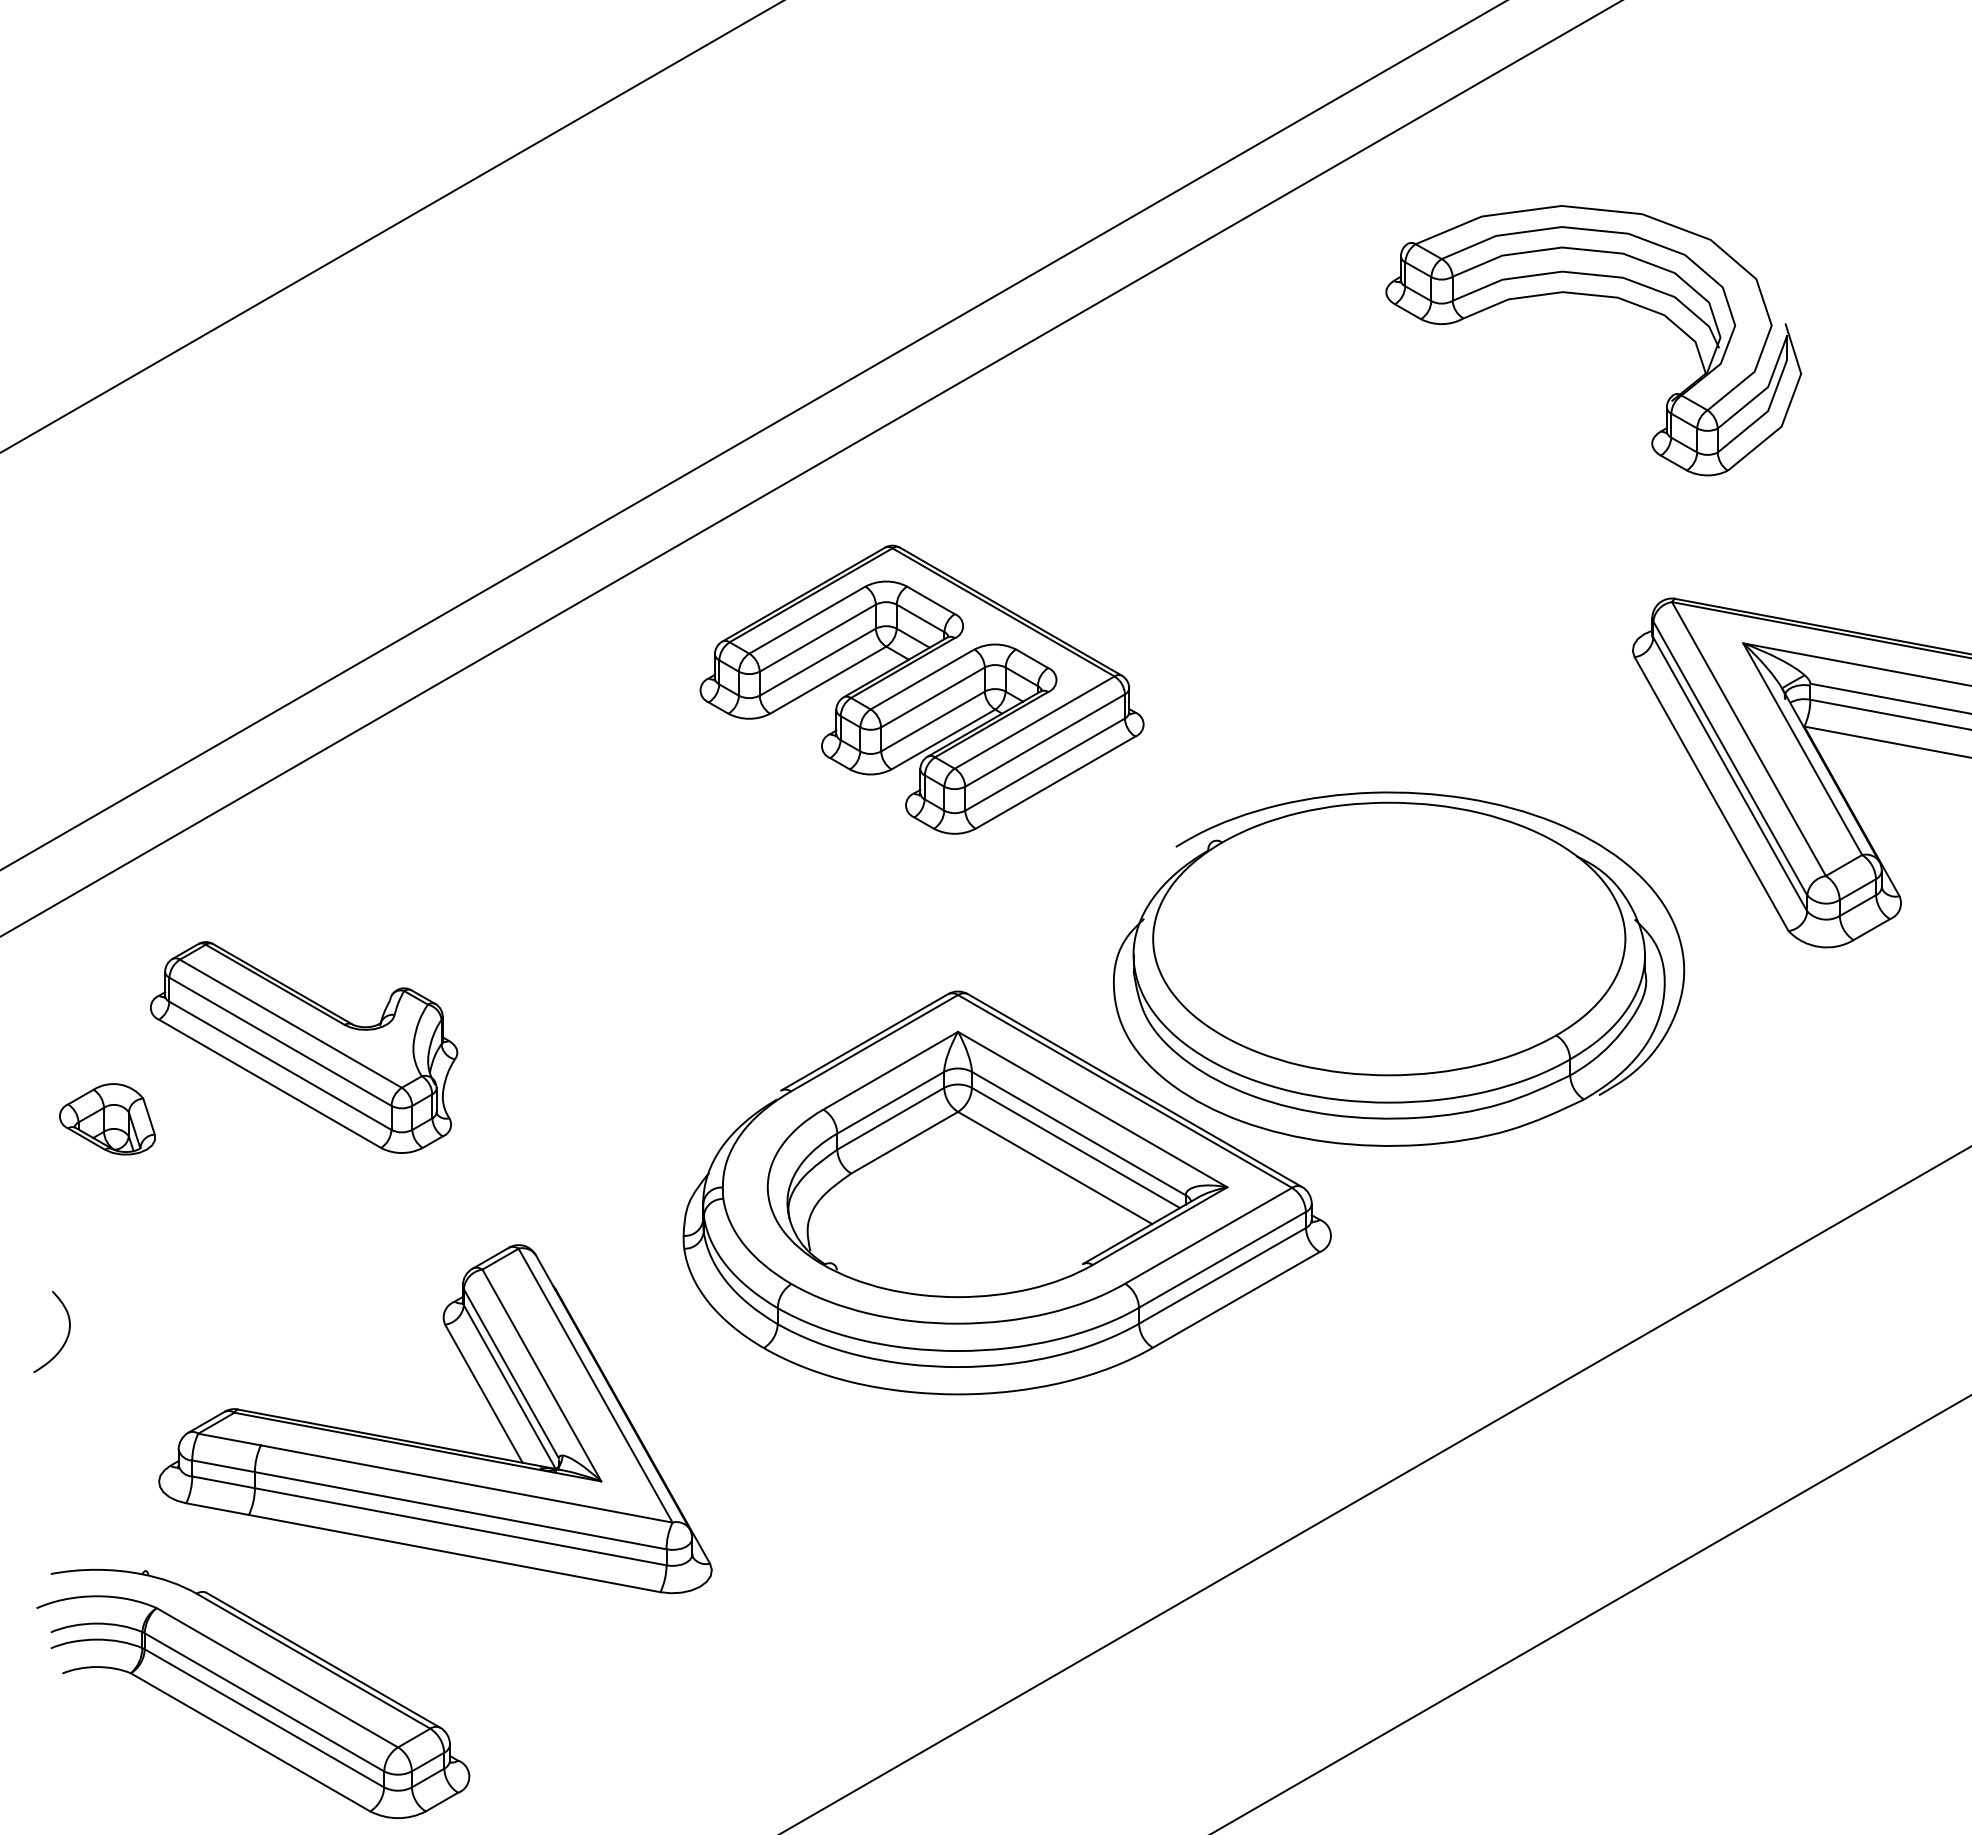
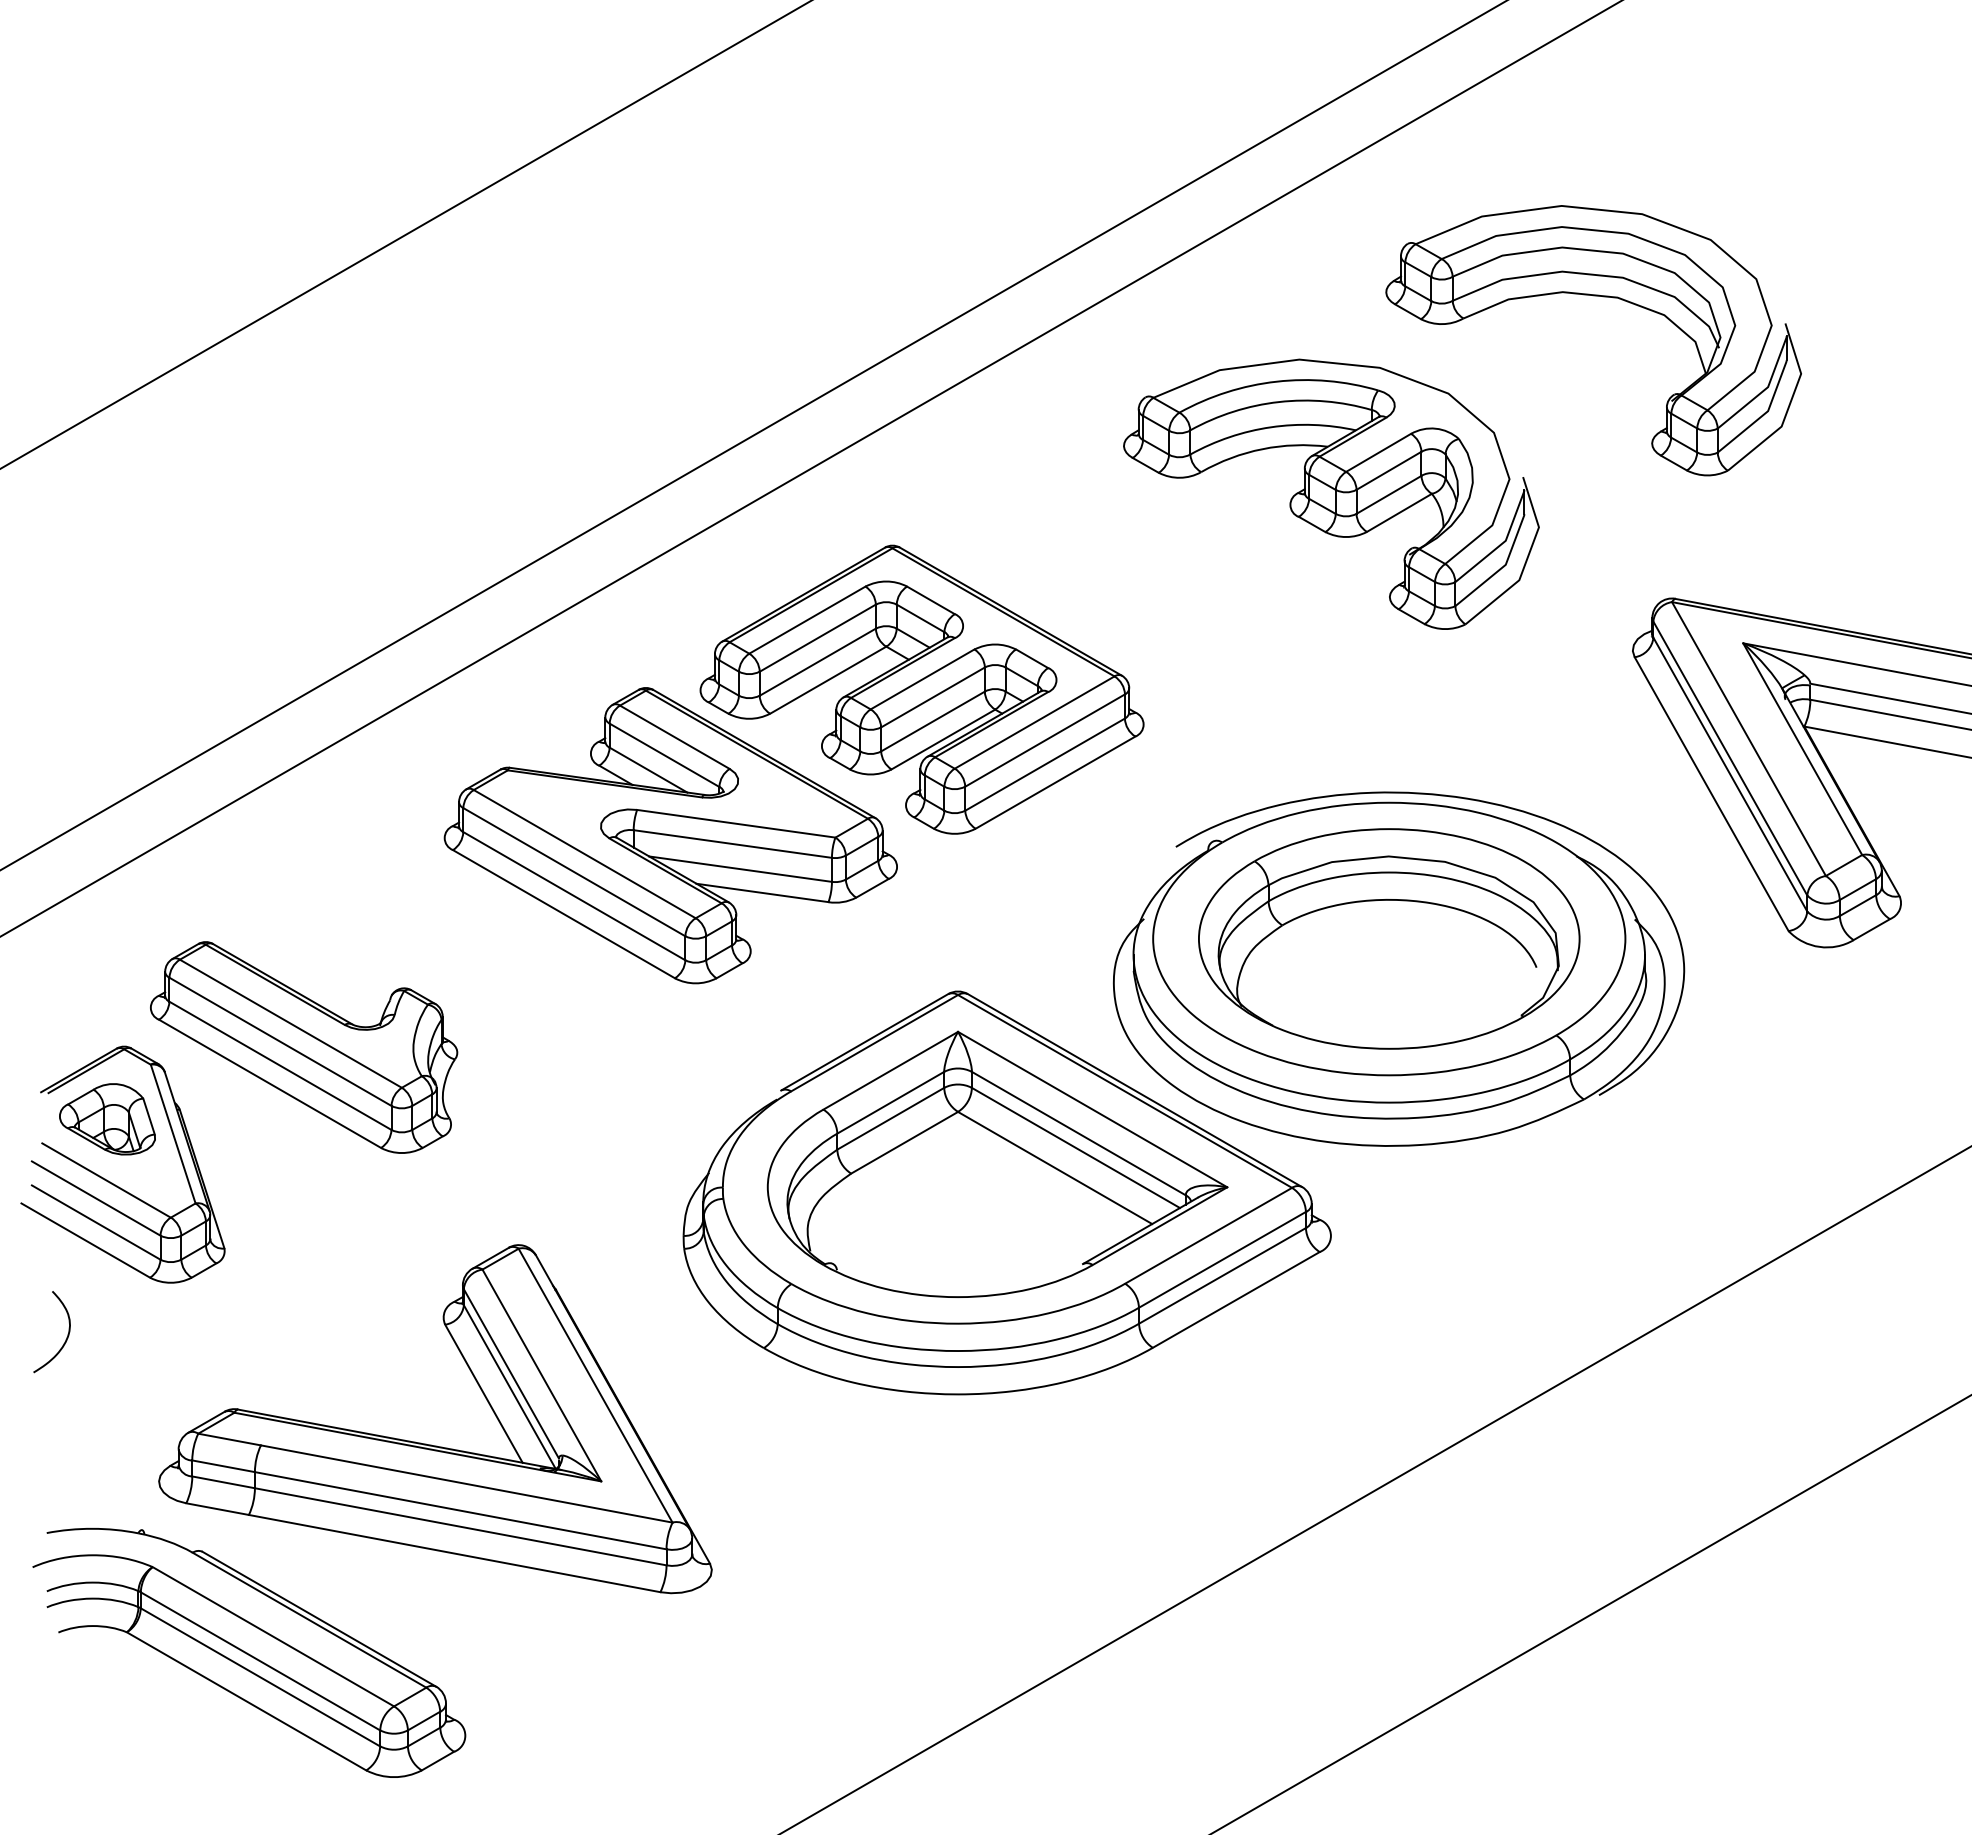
line at (391, 226) position: (391, 226) -> (405, 234)
part at (1331, 493): none -> present
part at (670, 835): none -> present
part at (1389, 938): none -> present
part at (112, 1182): none -> present
part at (253, 1693) position: (253, 1693) -> (249, 1652)
